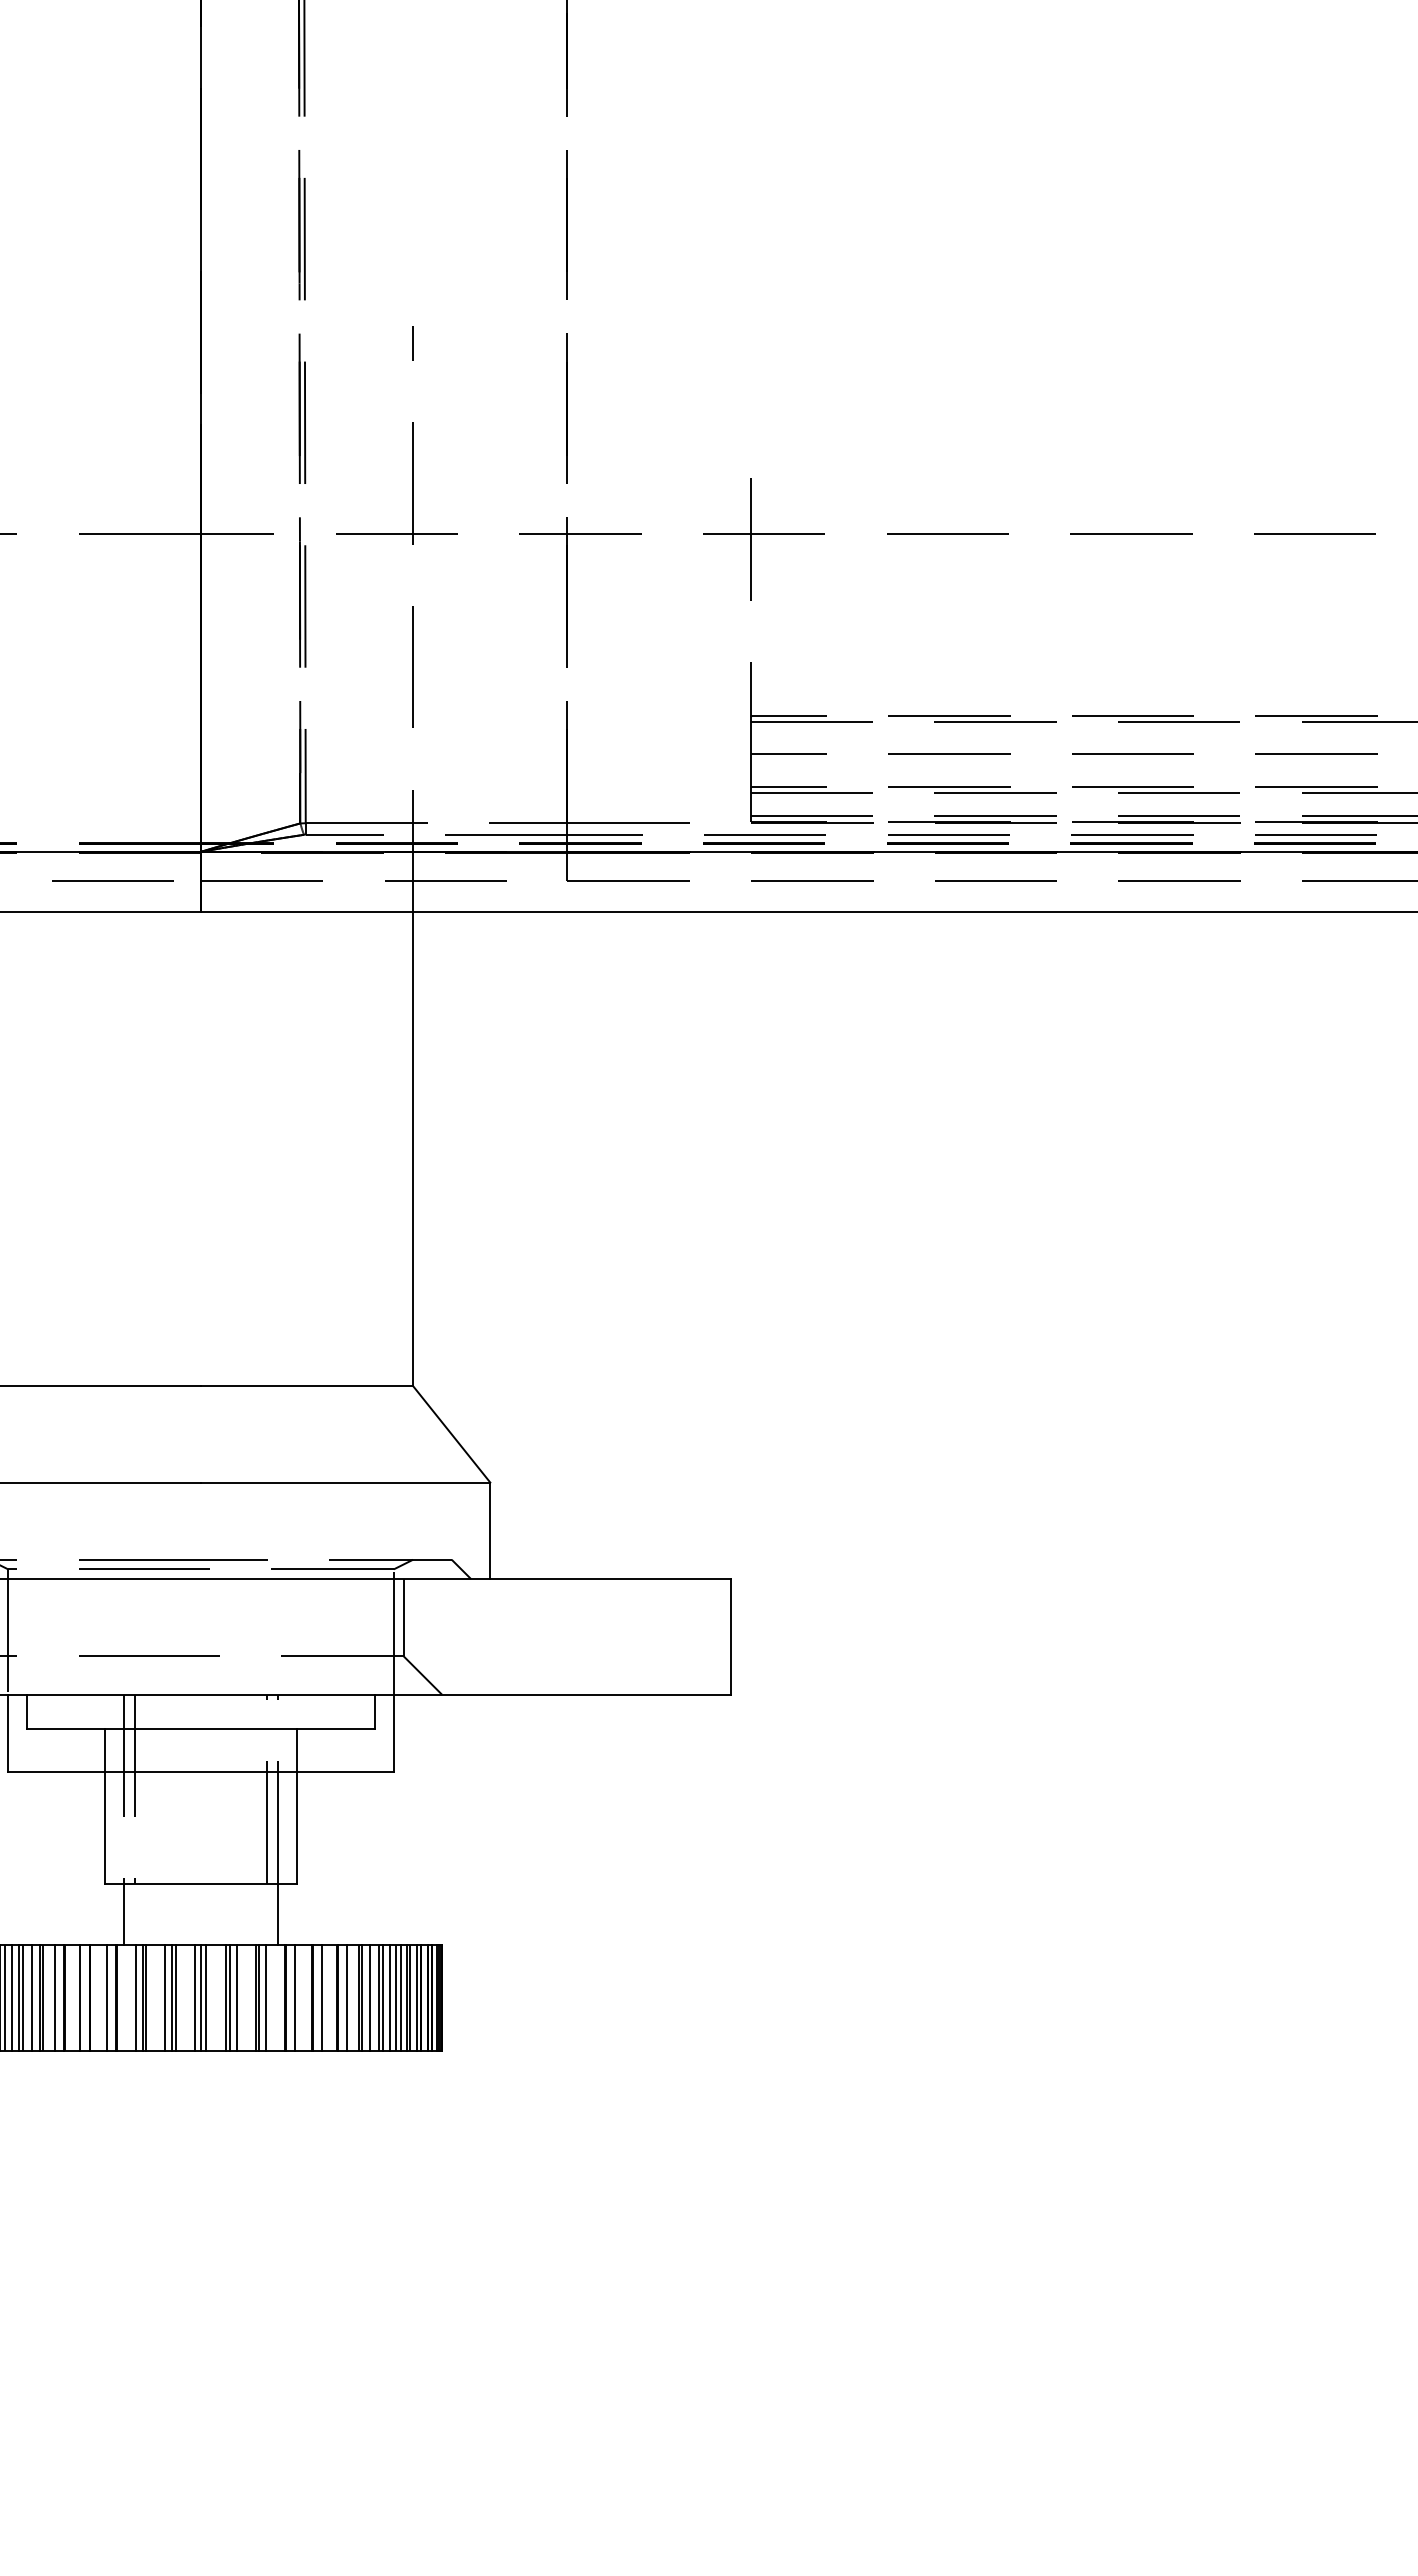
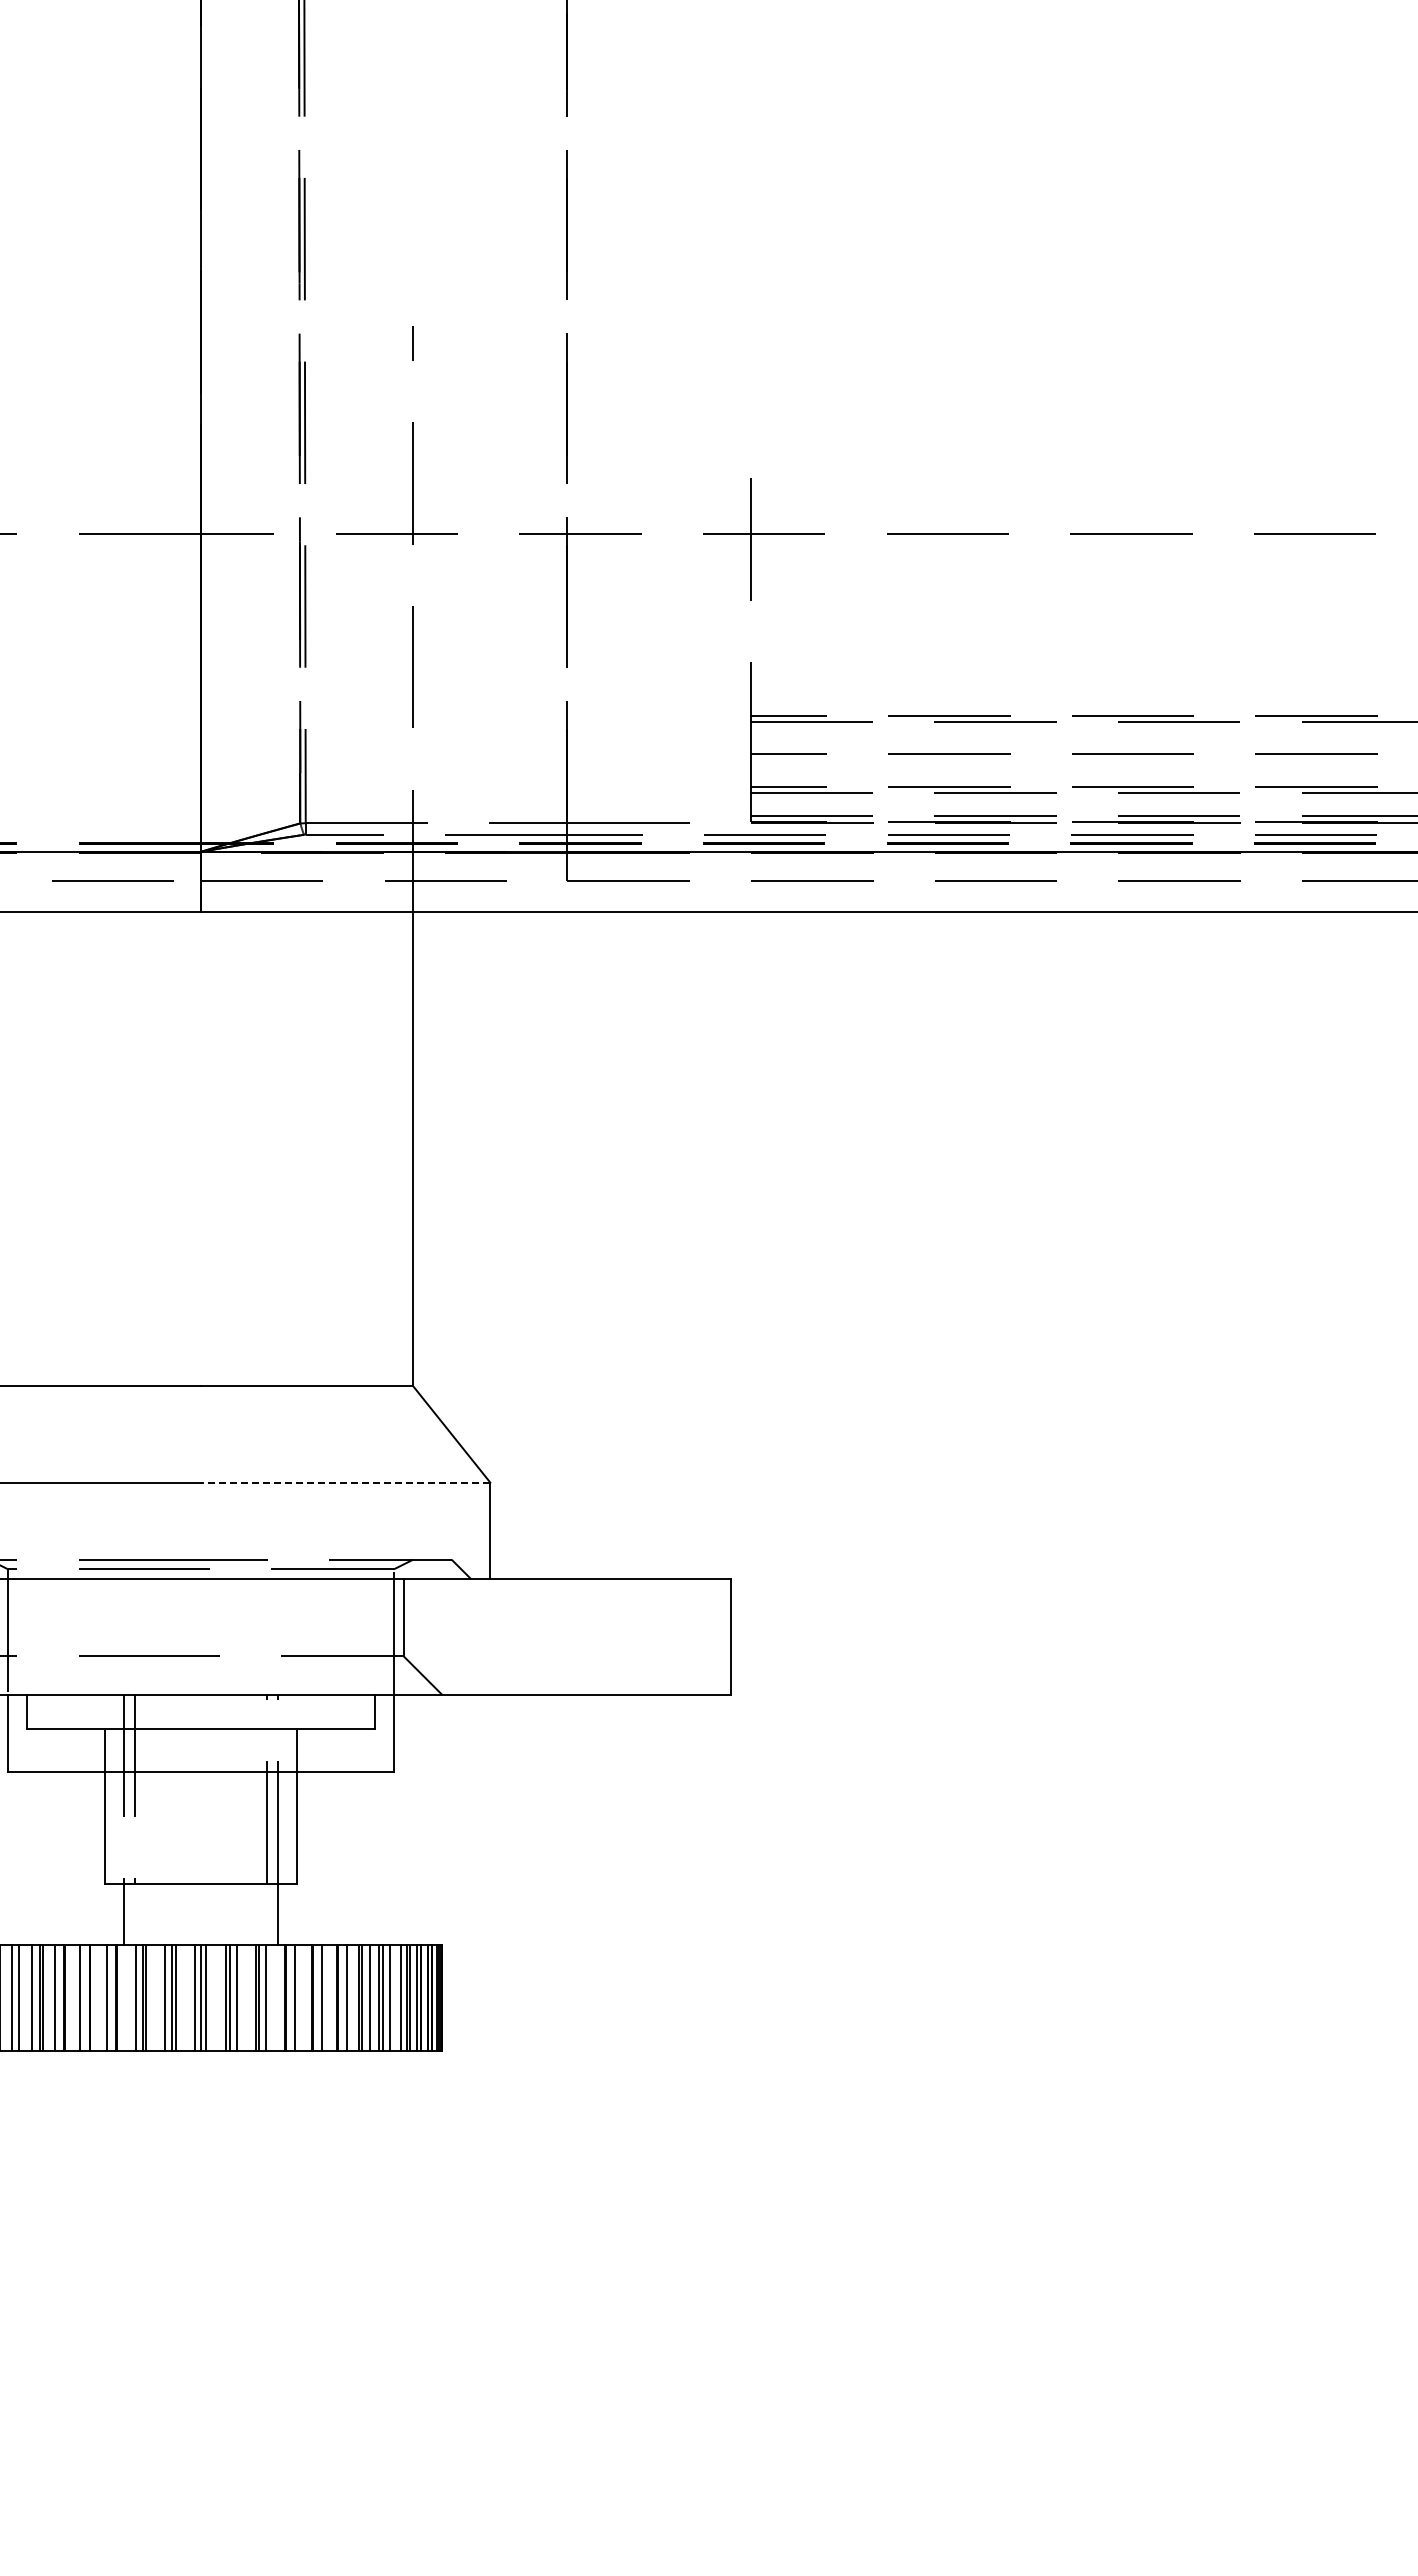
line at (345, 1482): solid -> dashed
line at (5, 1998): present -> none
line at (22, 1998): present -> none
line at (396, 1998): present -> none
